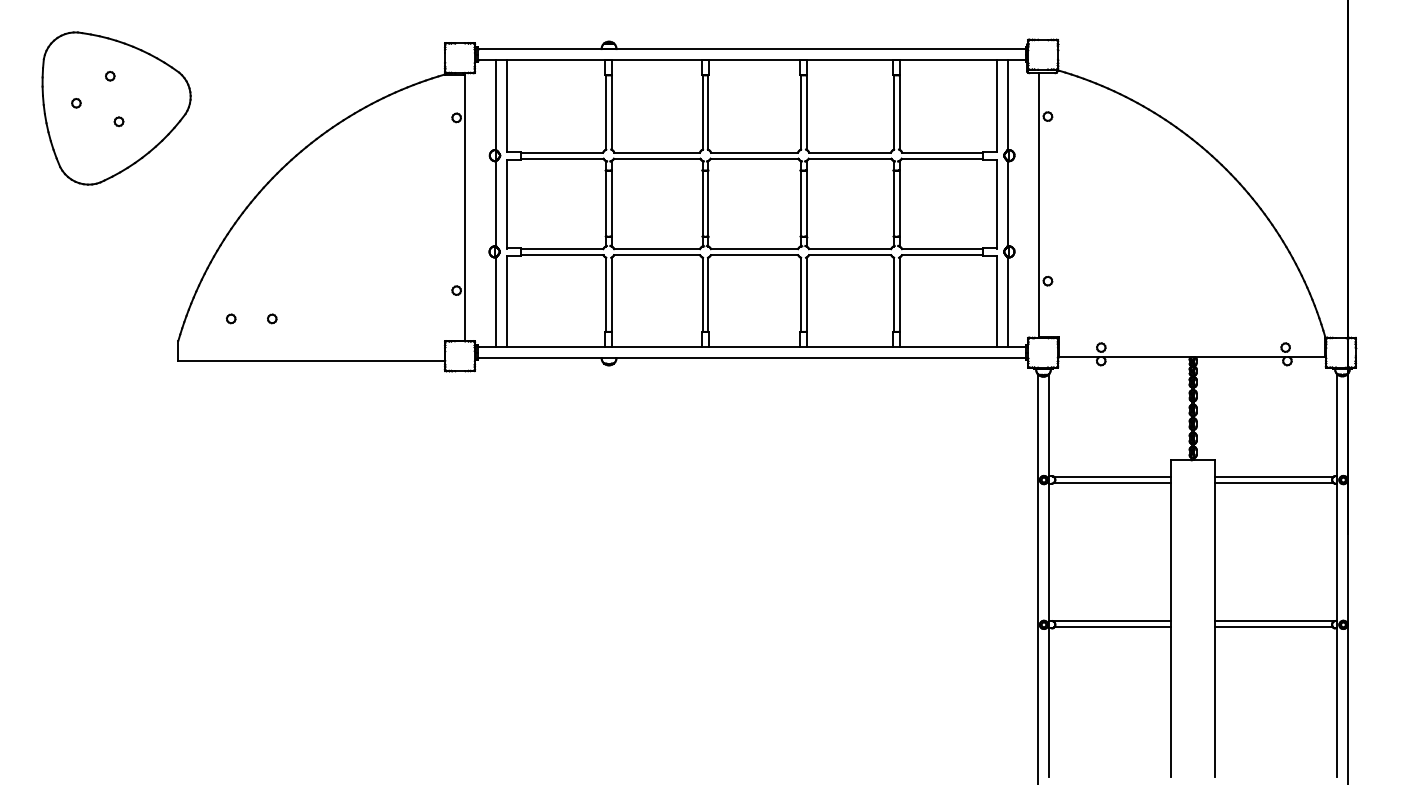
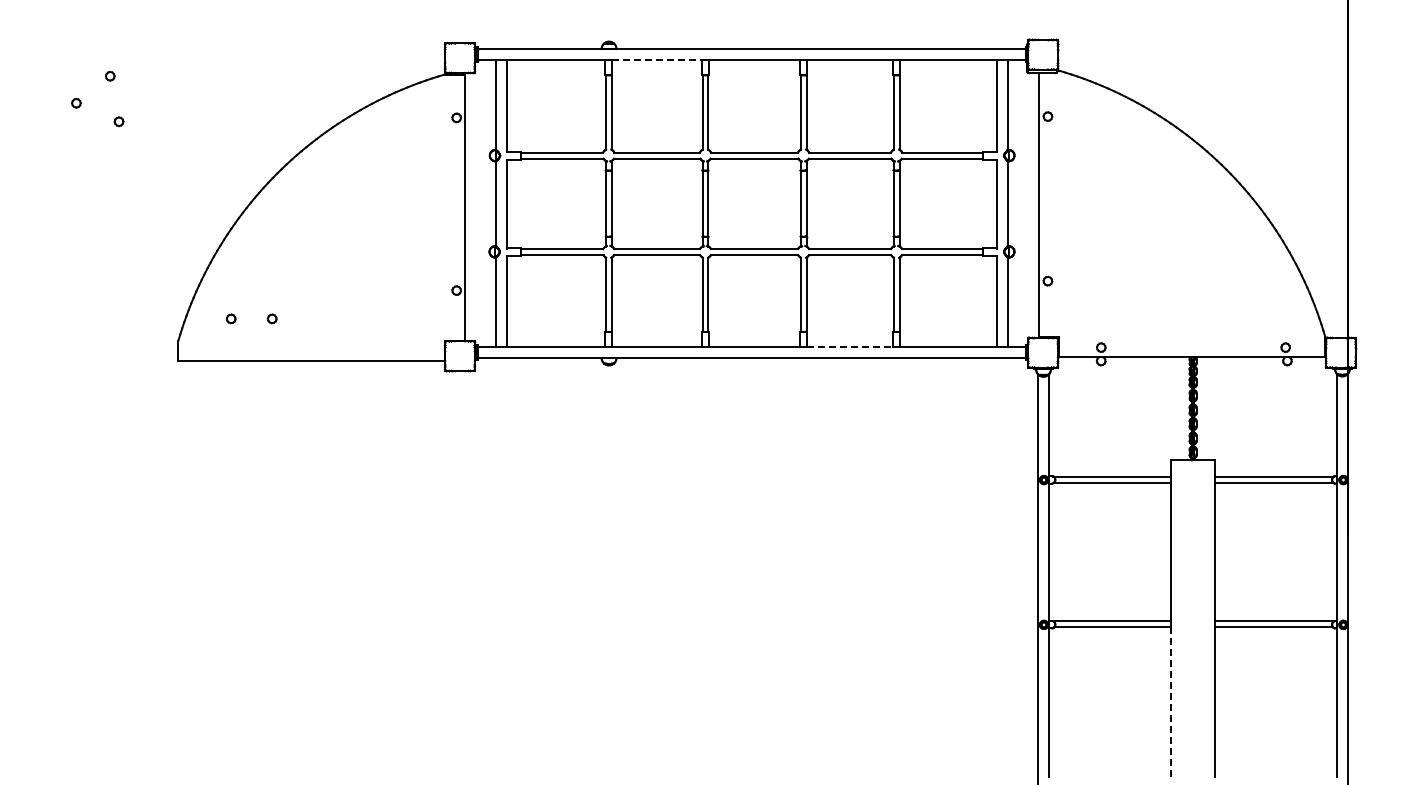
line at (657, 60): solid -> dashed
part at (116, 108): present -> none
line at (850, 346): solid -> dashed
line at (1171, 702): solid -> dashed
